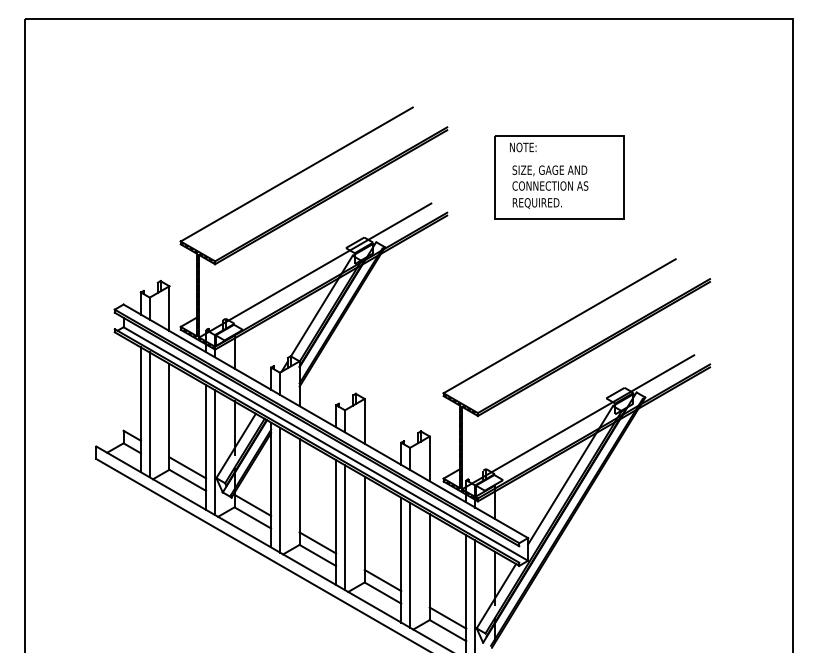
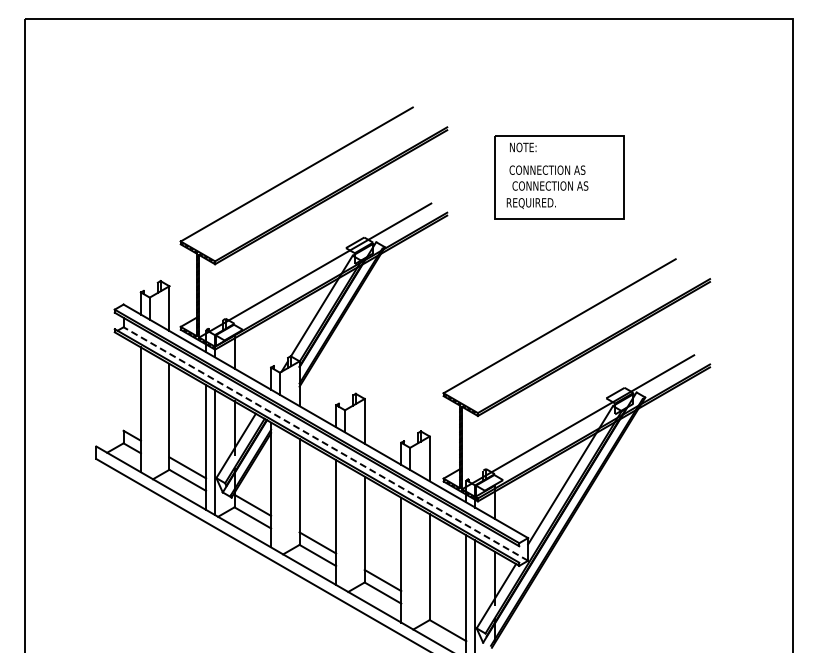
text at (548, 170): SIZE, GAGE AND -> CONNECTION AS
text at (536, 203) position: (536, 203) -> (530, 203)
line at (149, 414): present -> none
line at (325, 444): solid -> dashed
line at (279, 489): present -> none
line at (345, 527): present -> none
line at (410, 564): present -> none
line at (447, 617): present -> none
